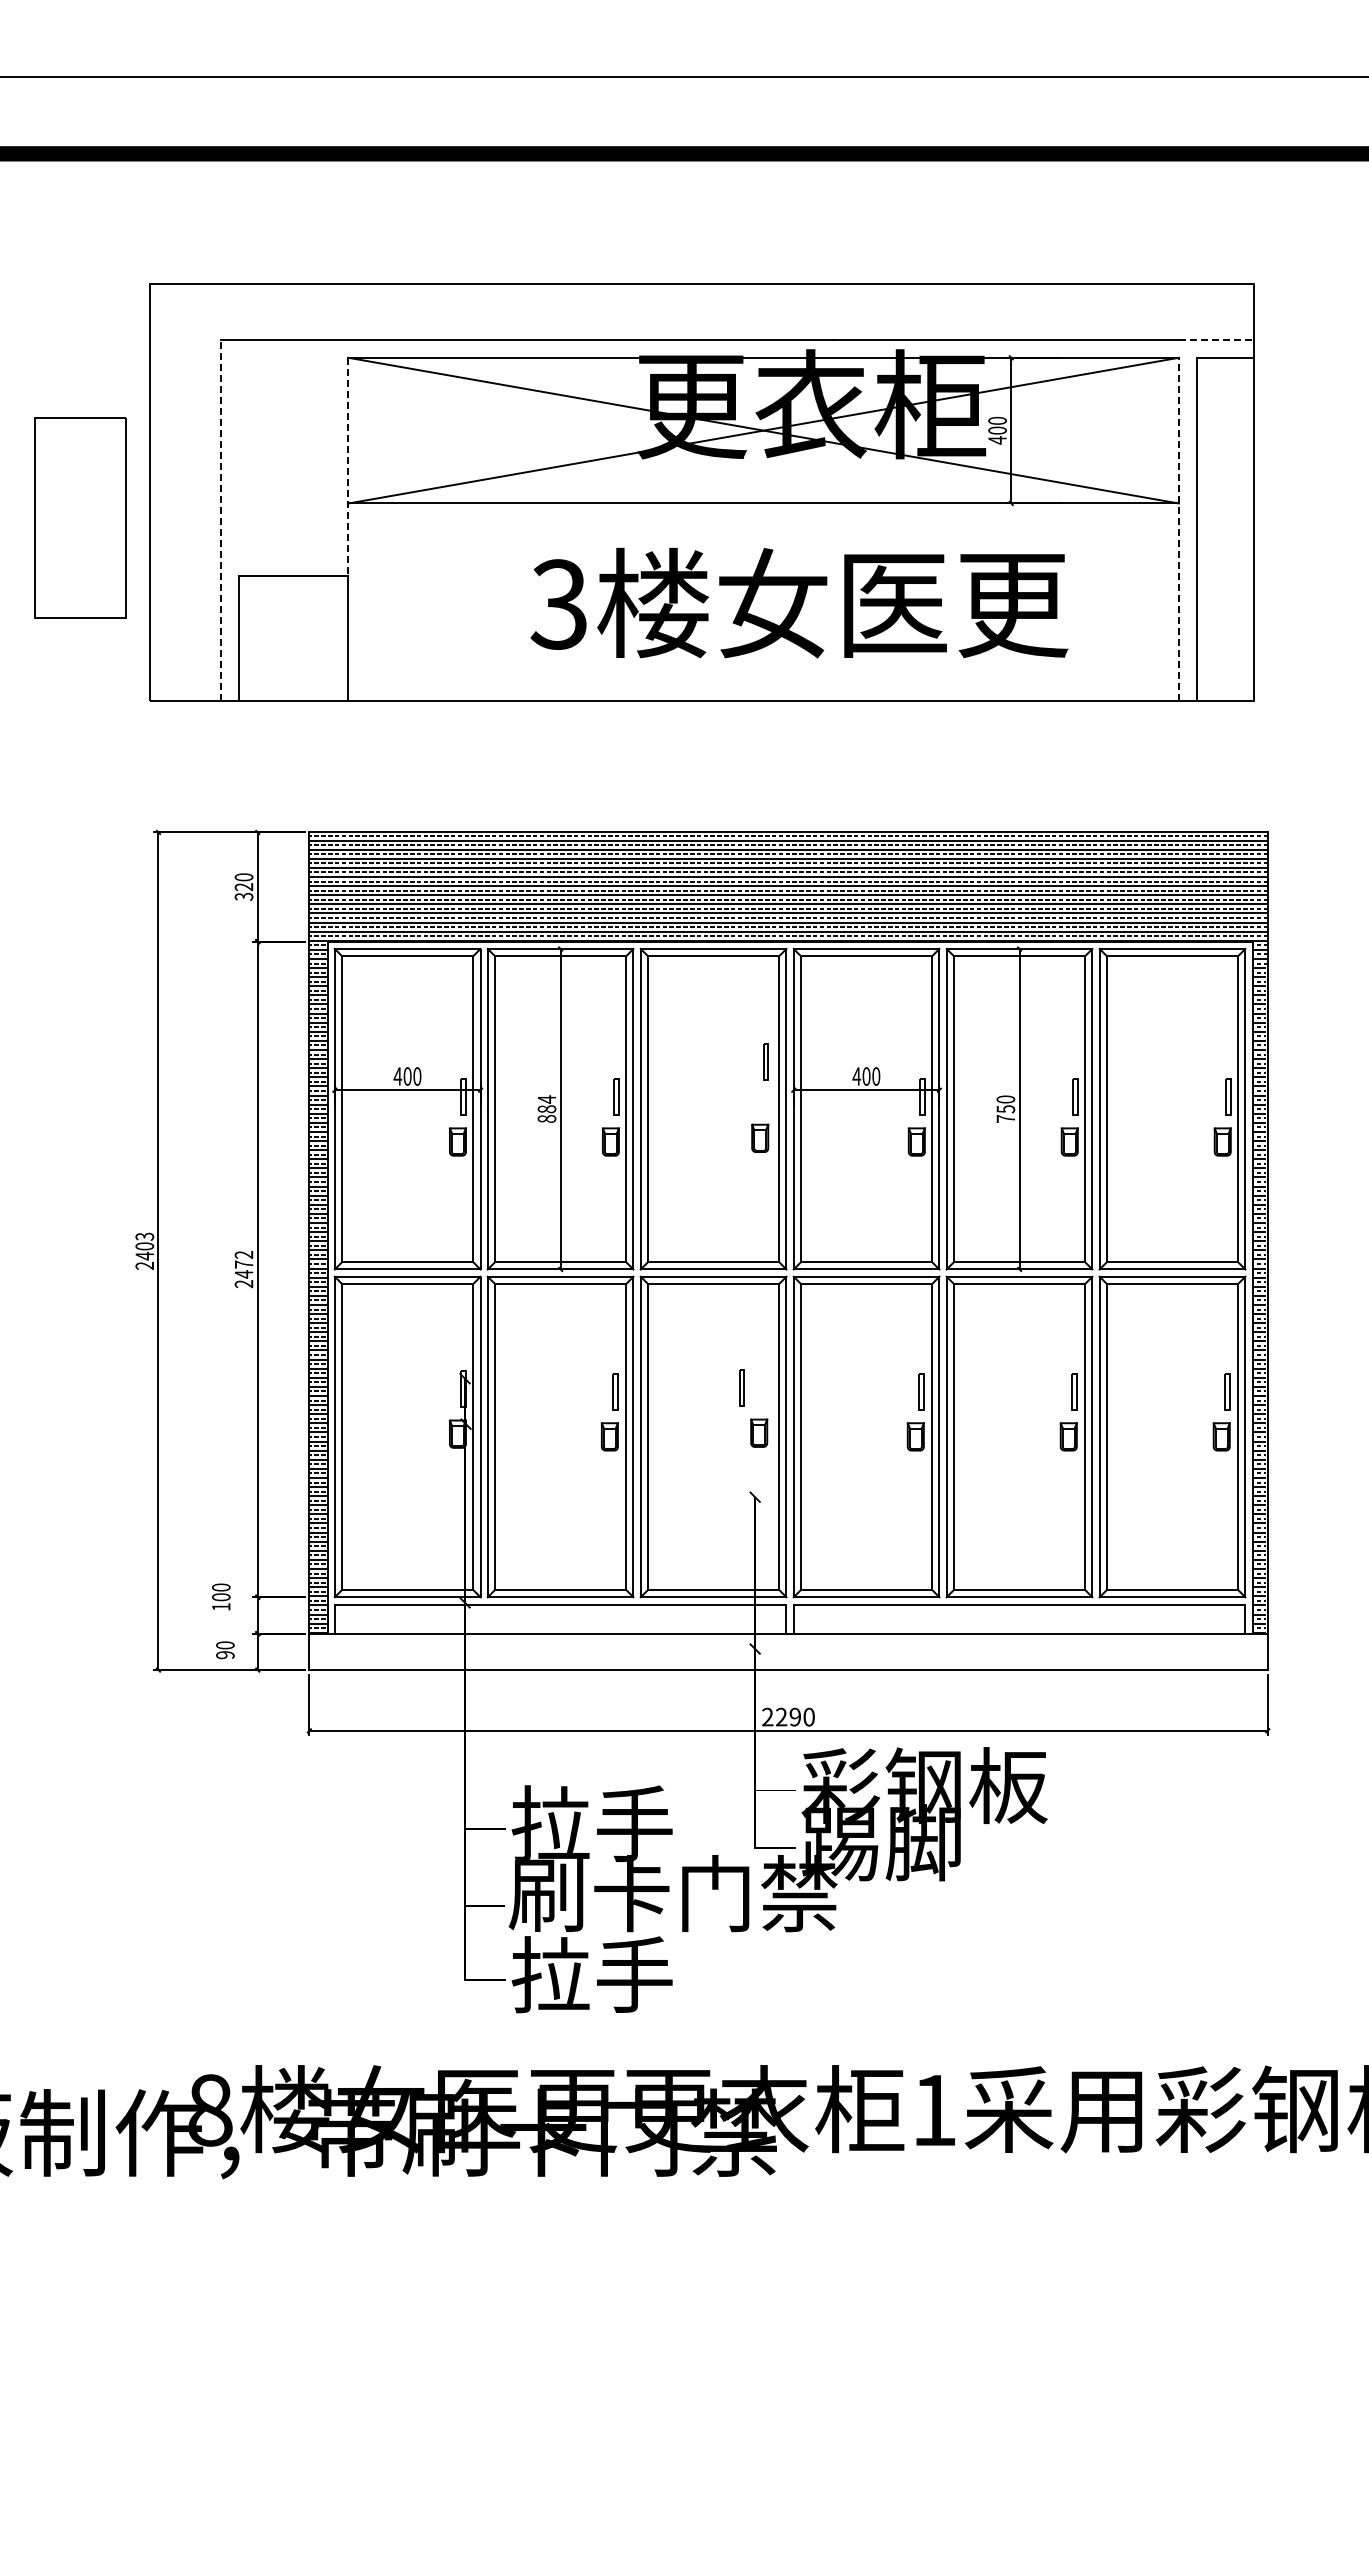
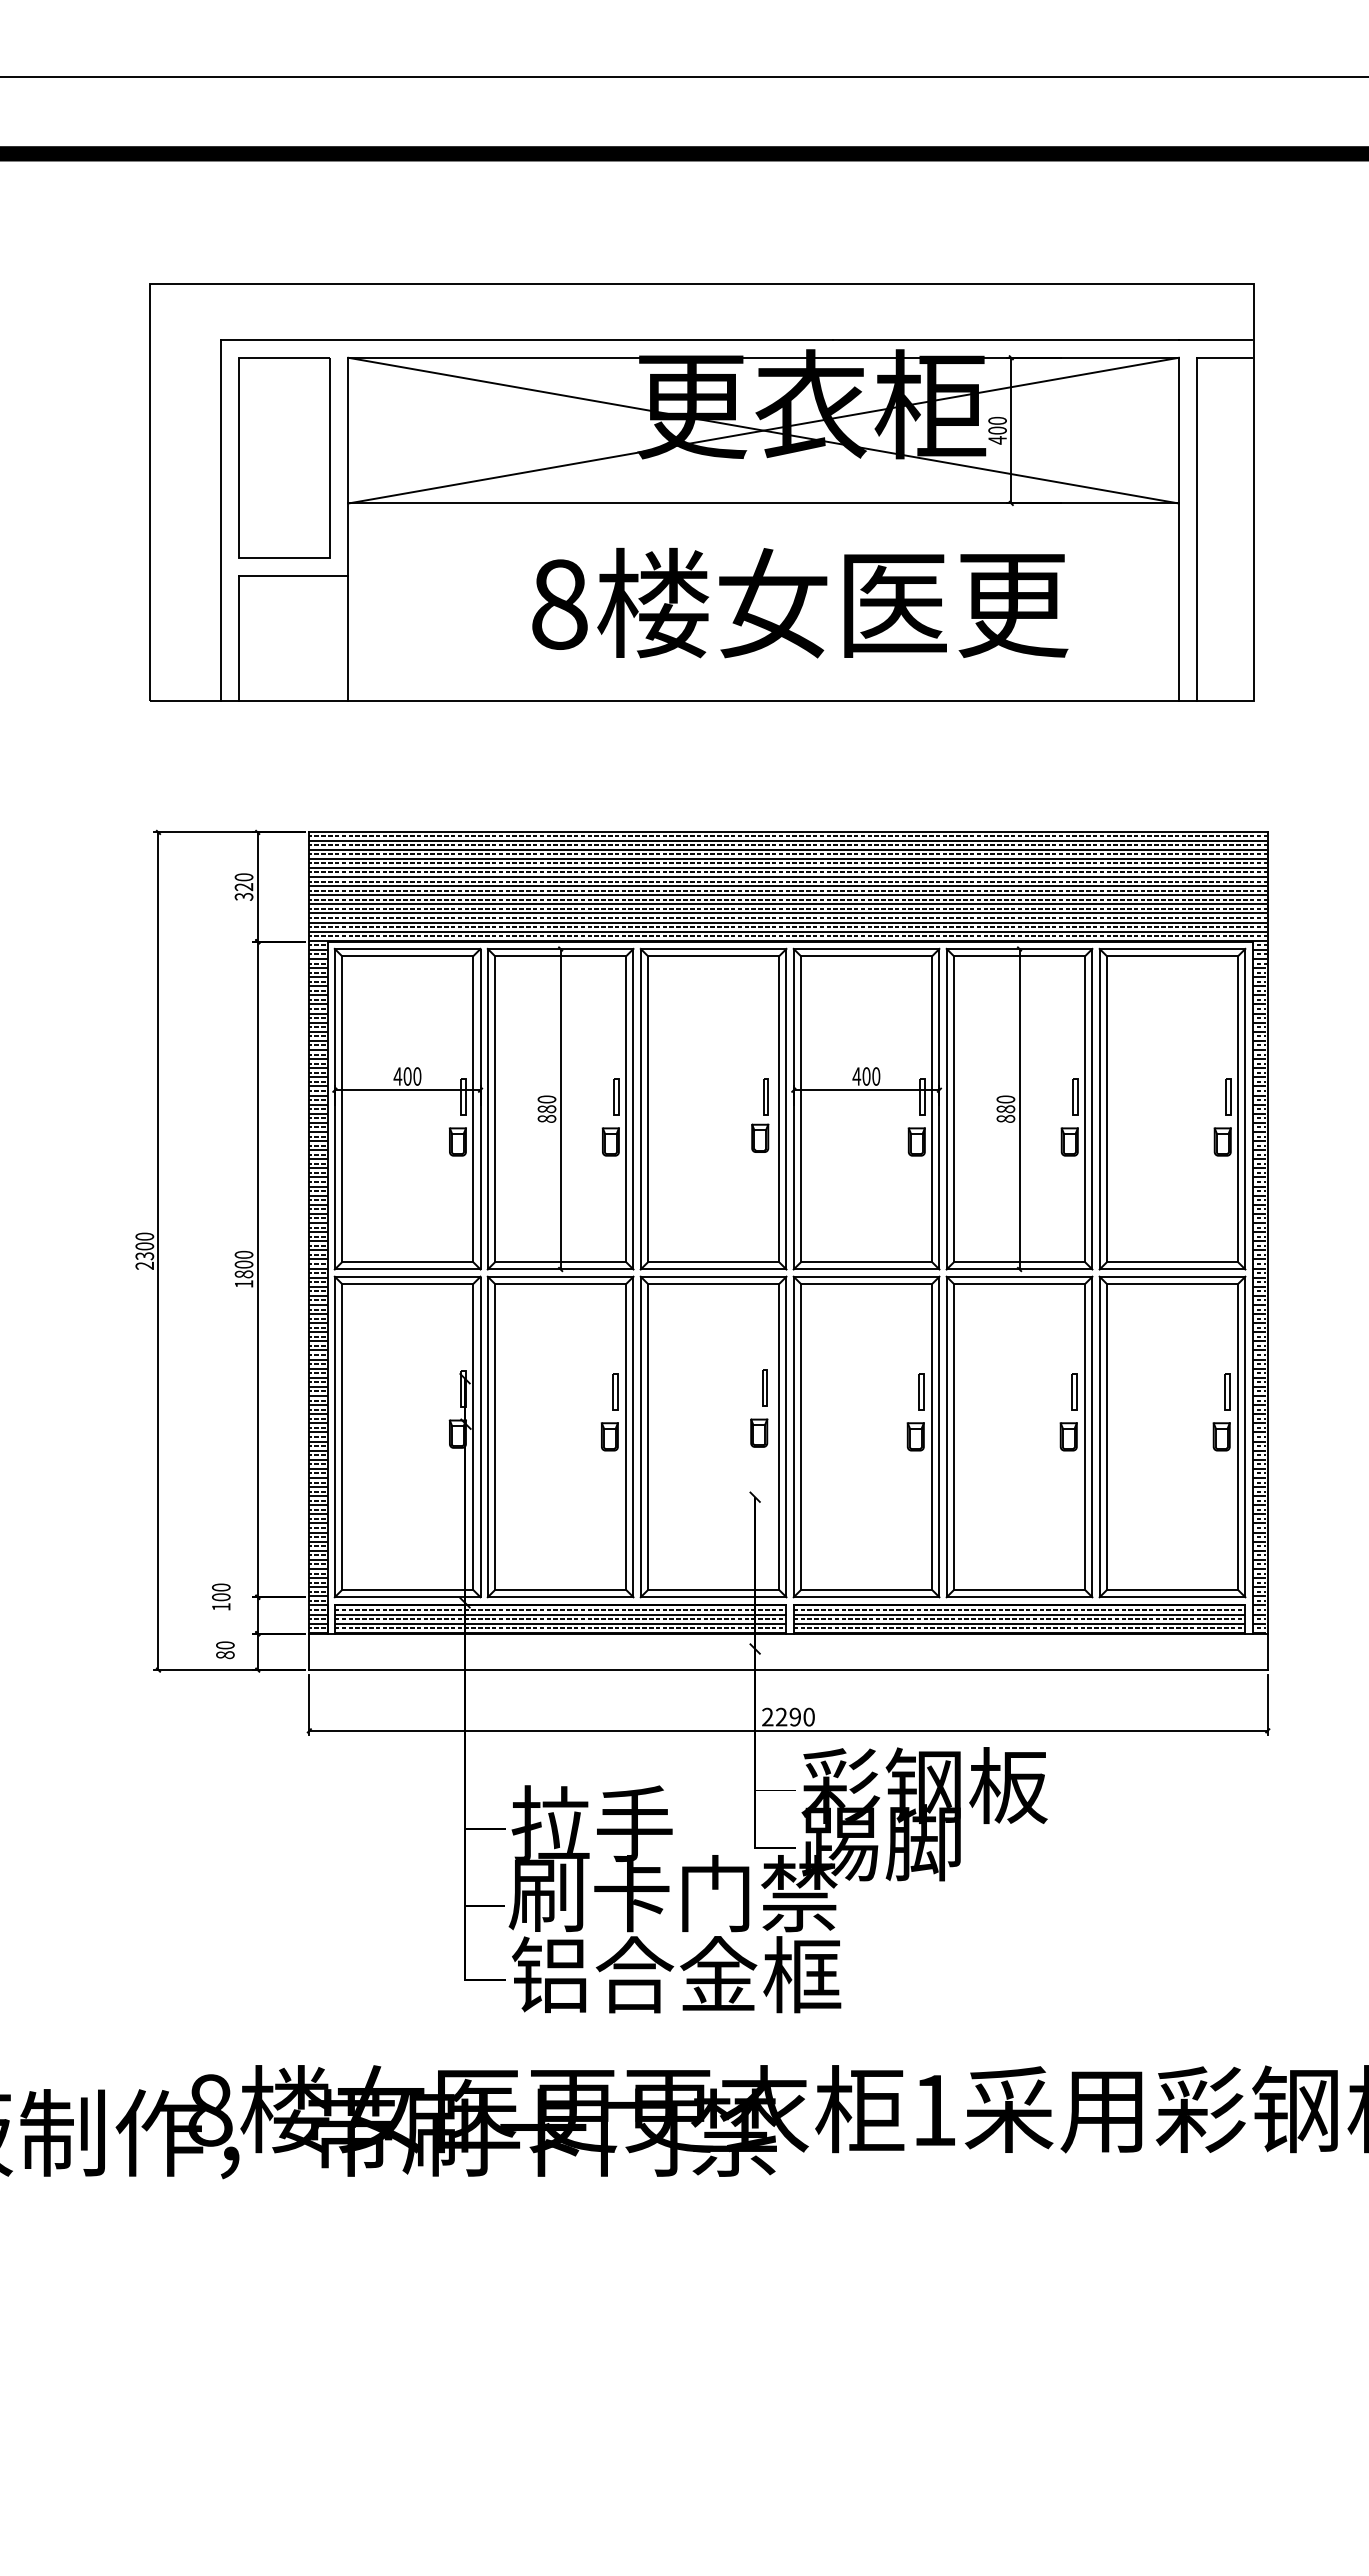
line at (1215, 339): dashed -> solid
line at (348, 467): dashed -> solid
part at (80, 517) position: (80, 517) -> (284, 457)
line at (220, 520): dashed -> solid
line at (1178, 529): dashed -> solid
text at (558, 604): 3 -> 8
part at (765, 1061) position: (765, 1061) -> (765, 1096)
text at (546, 1099): 884 -> 880
text at (1005, 1113): 750 -> 880
text at (144, 1246): 2403 -> 2300
text at (243, 1269): 2472 -> 1800
part at (741, 1387) position: (741, 1387) -> (764, 1387)
hatch at (560, 1618): none -> present
hatch at (1019, 1618): none -> present
text at (225, 1655): 90 -> 80
text at (676, 1974): 拉手 -> 铝合金框
